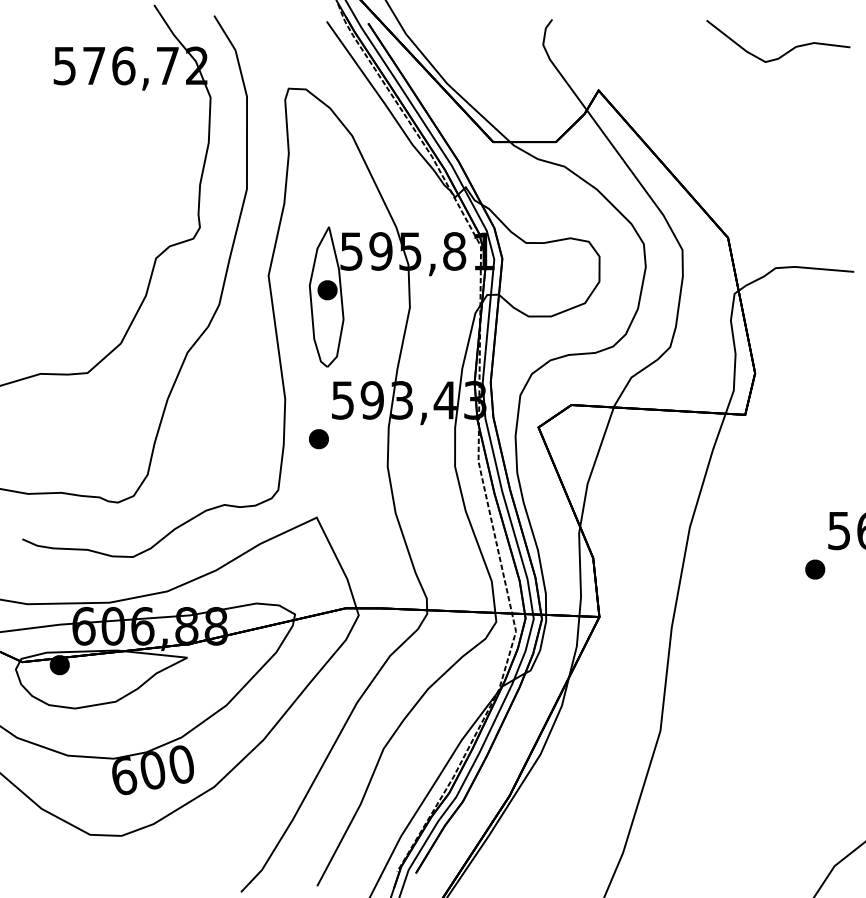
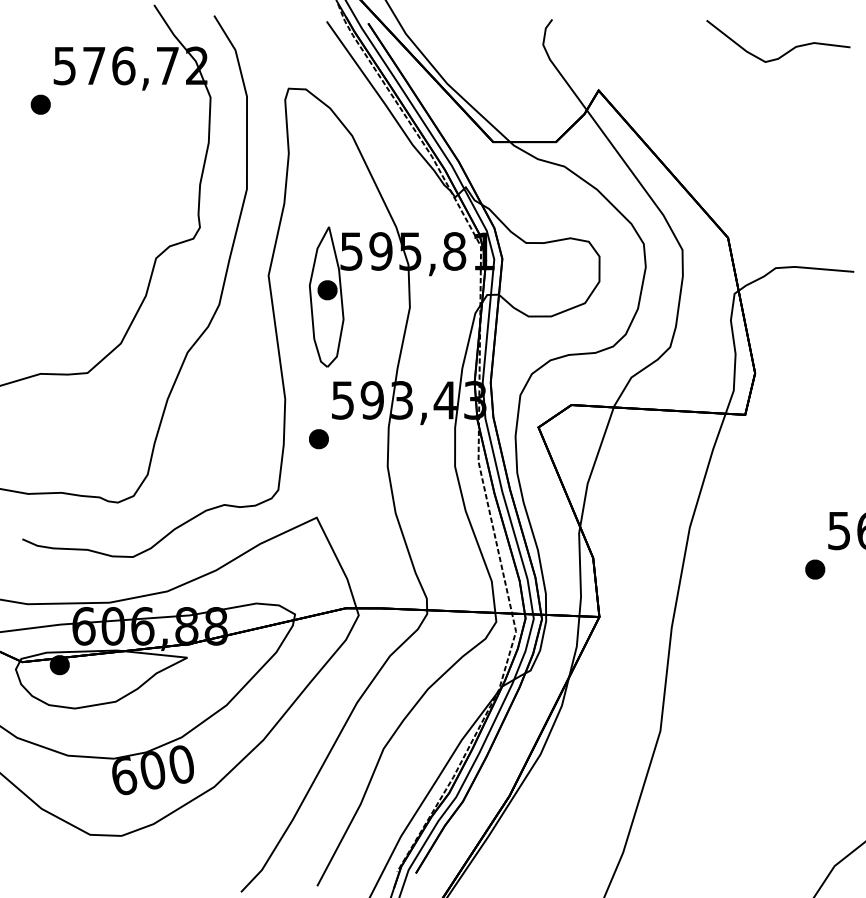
part at (40, 104): none -> present
